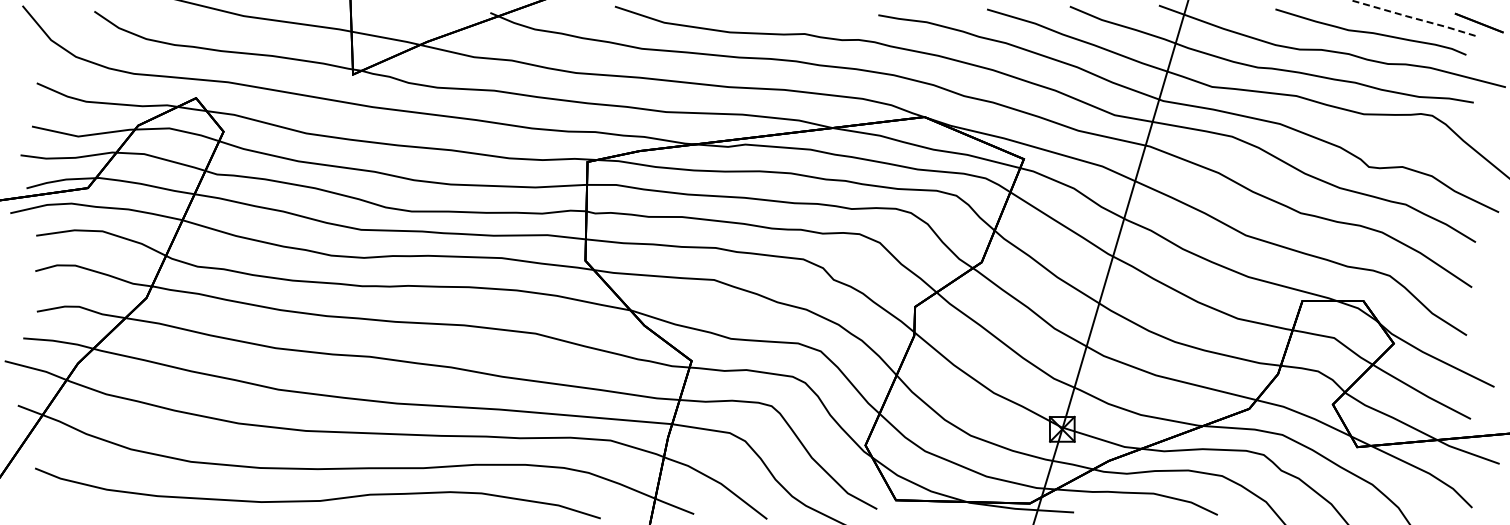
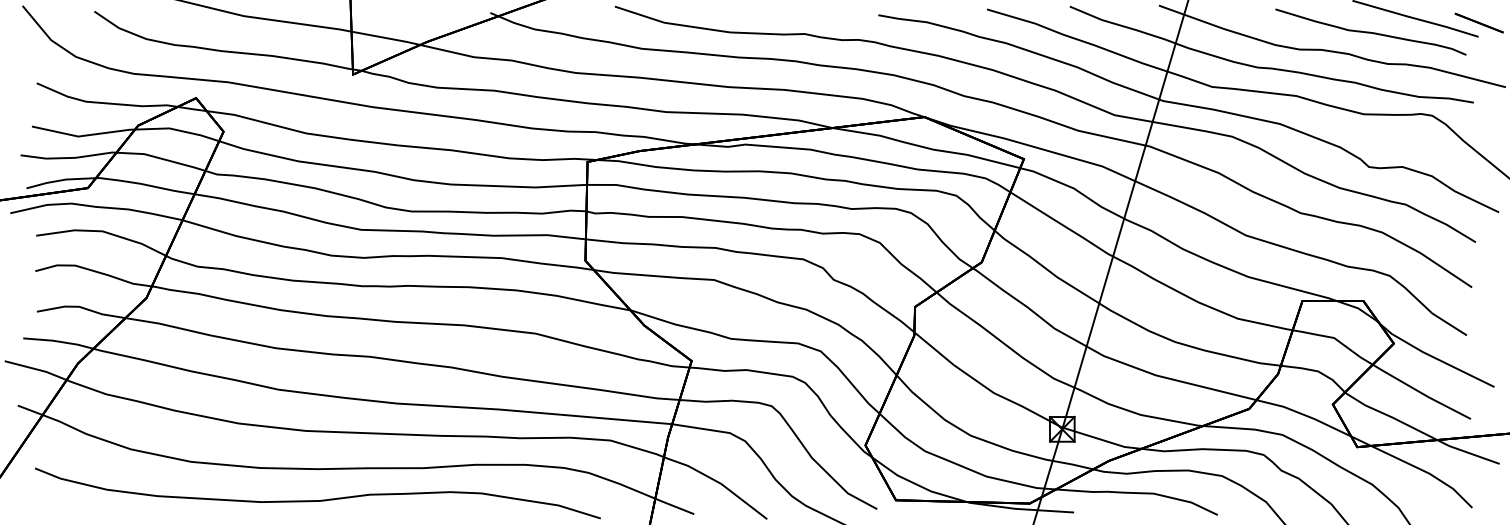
line at (1415, 18): dashed -> solid
